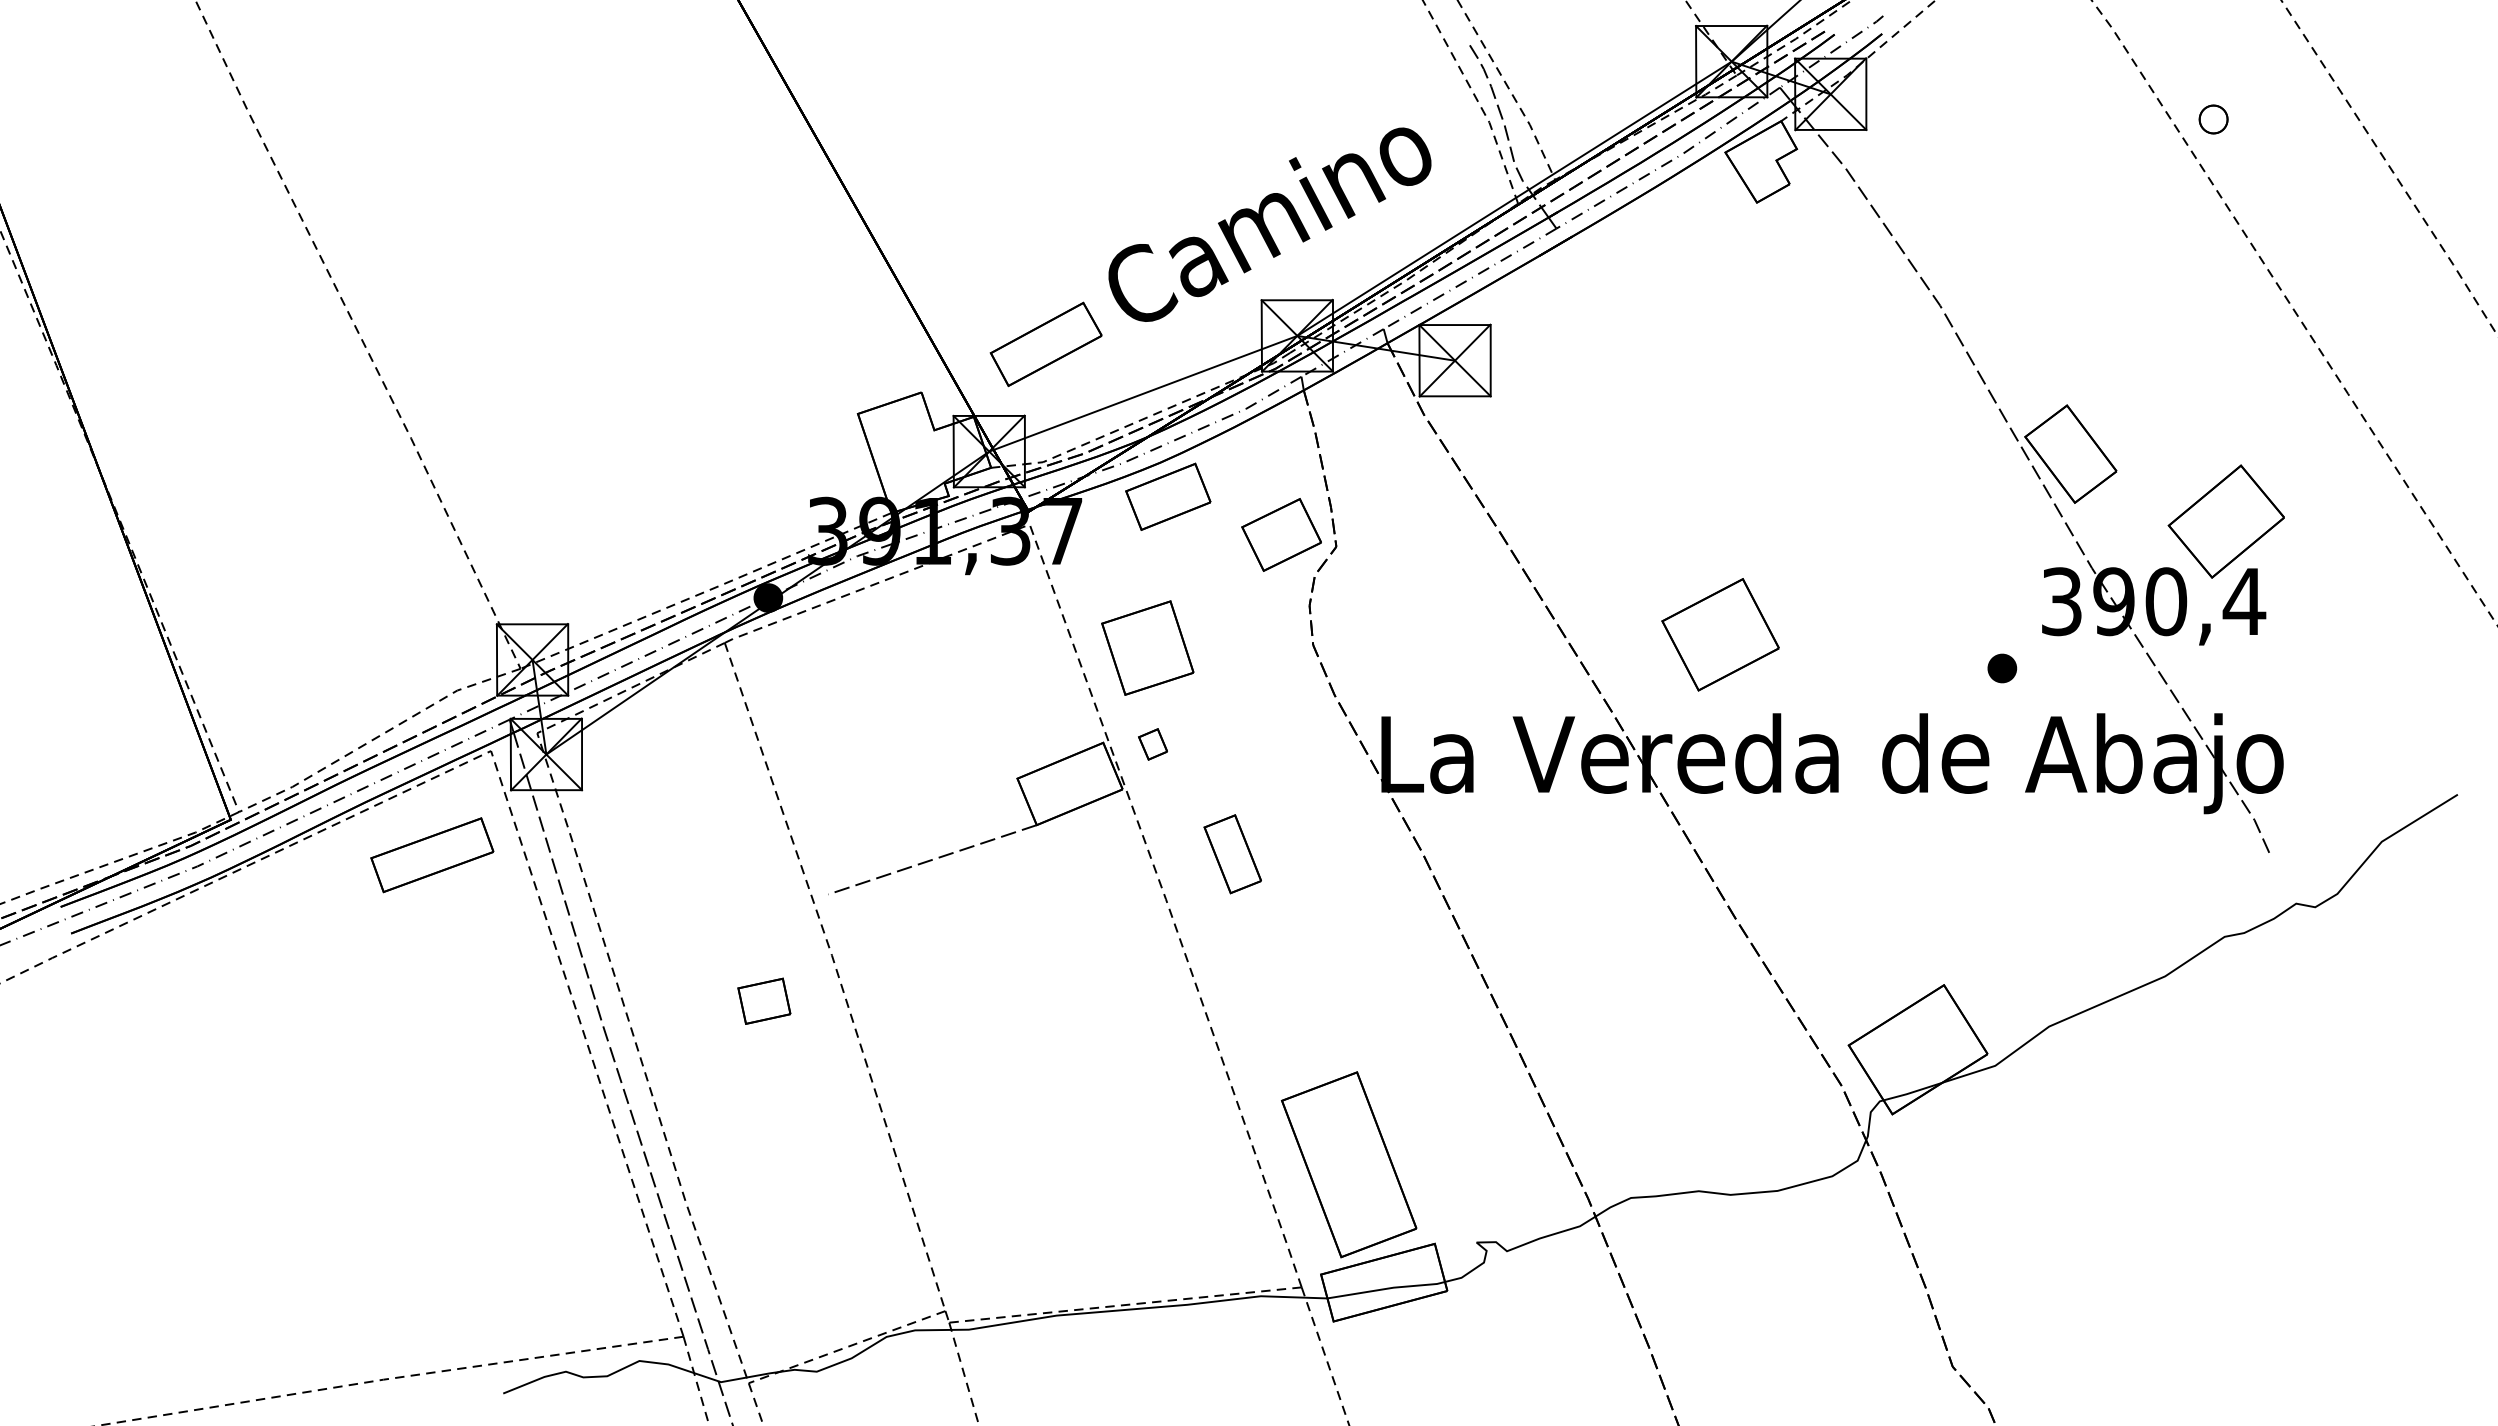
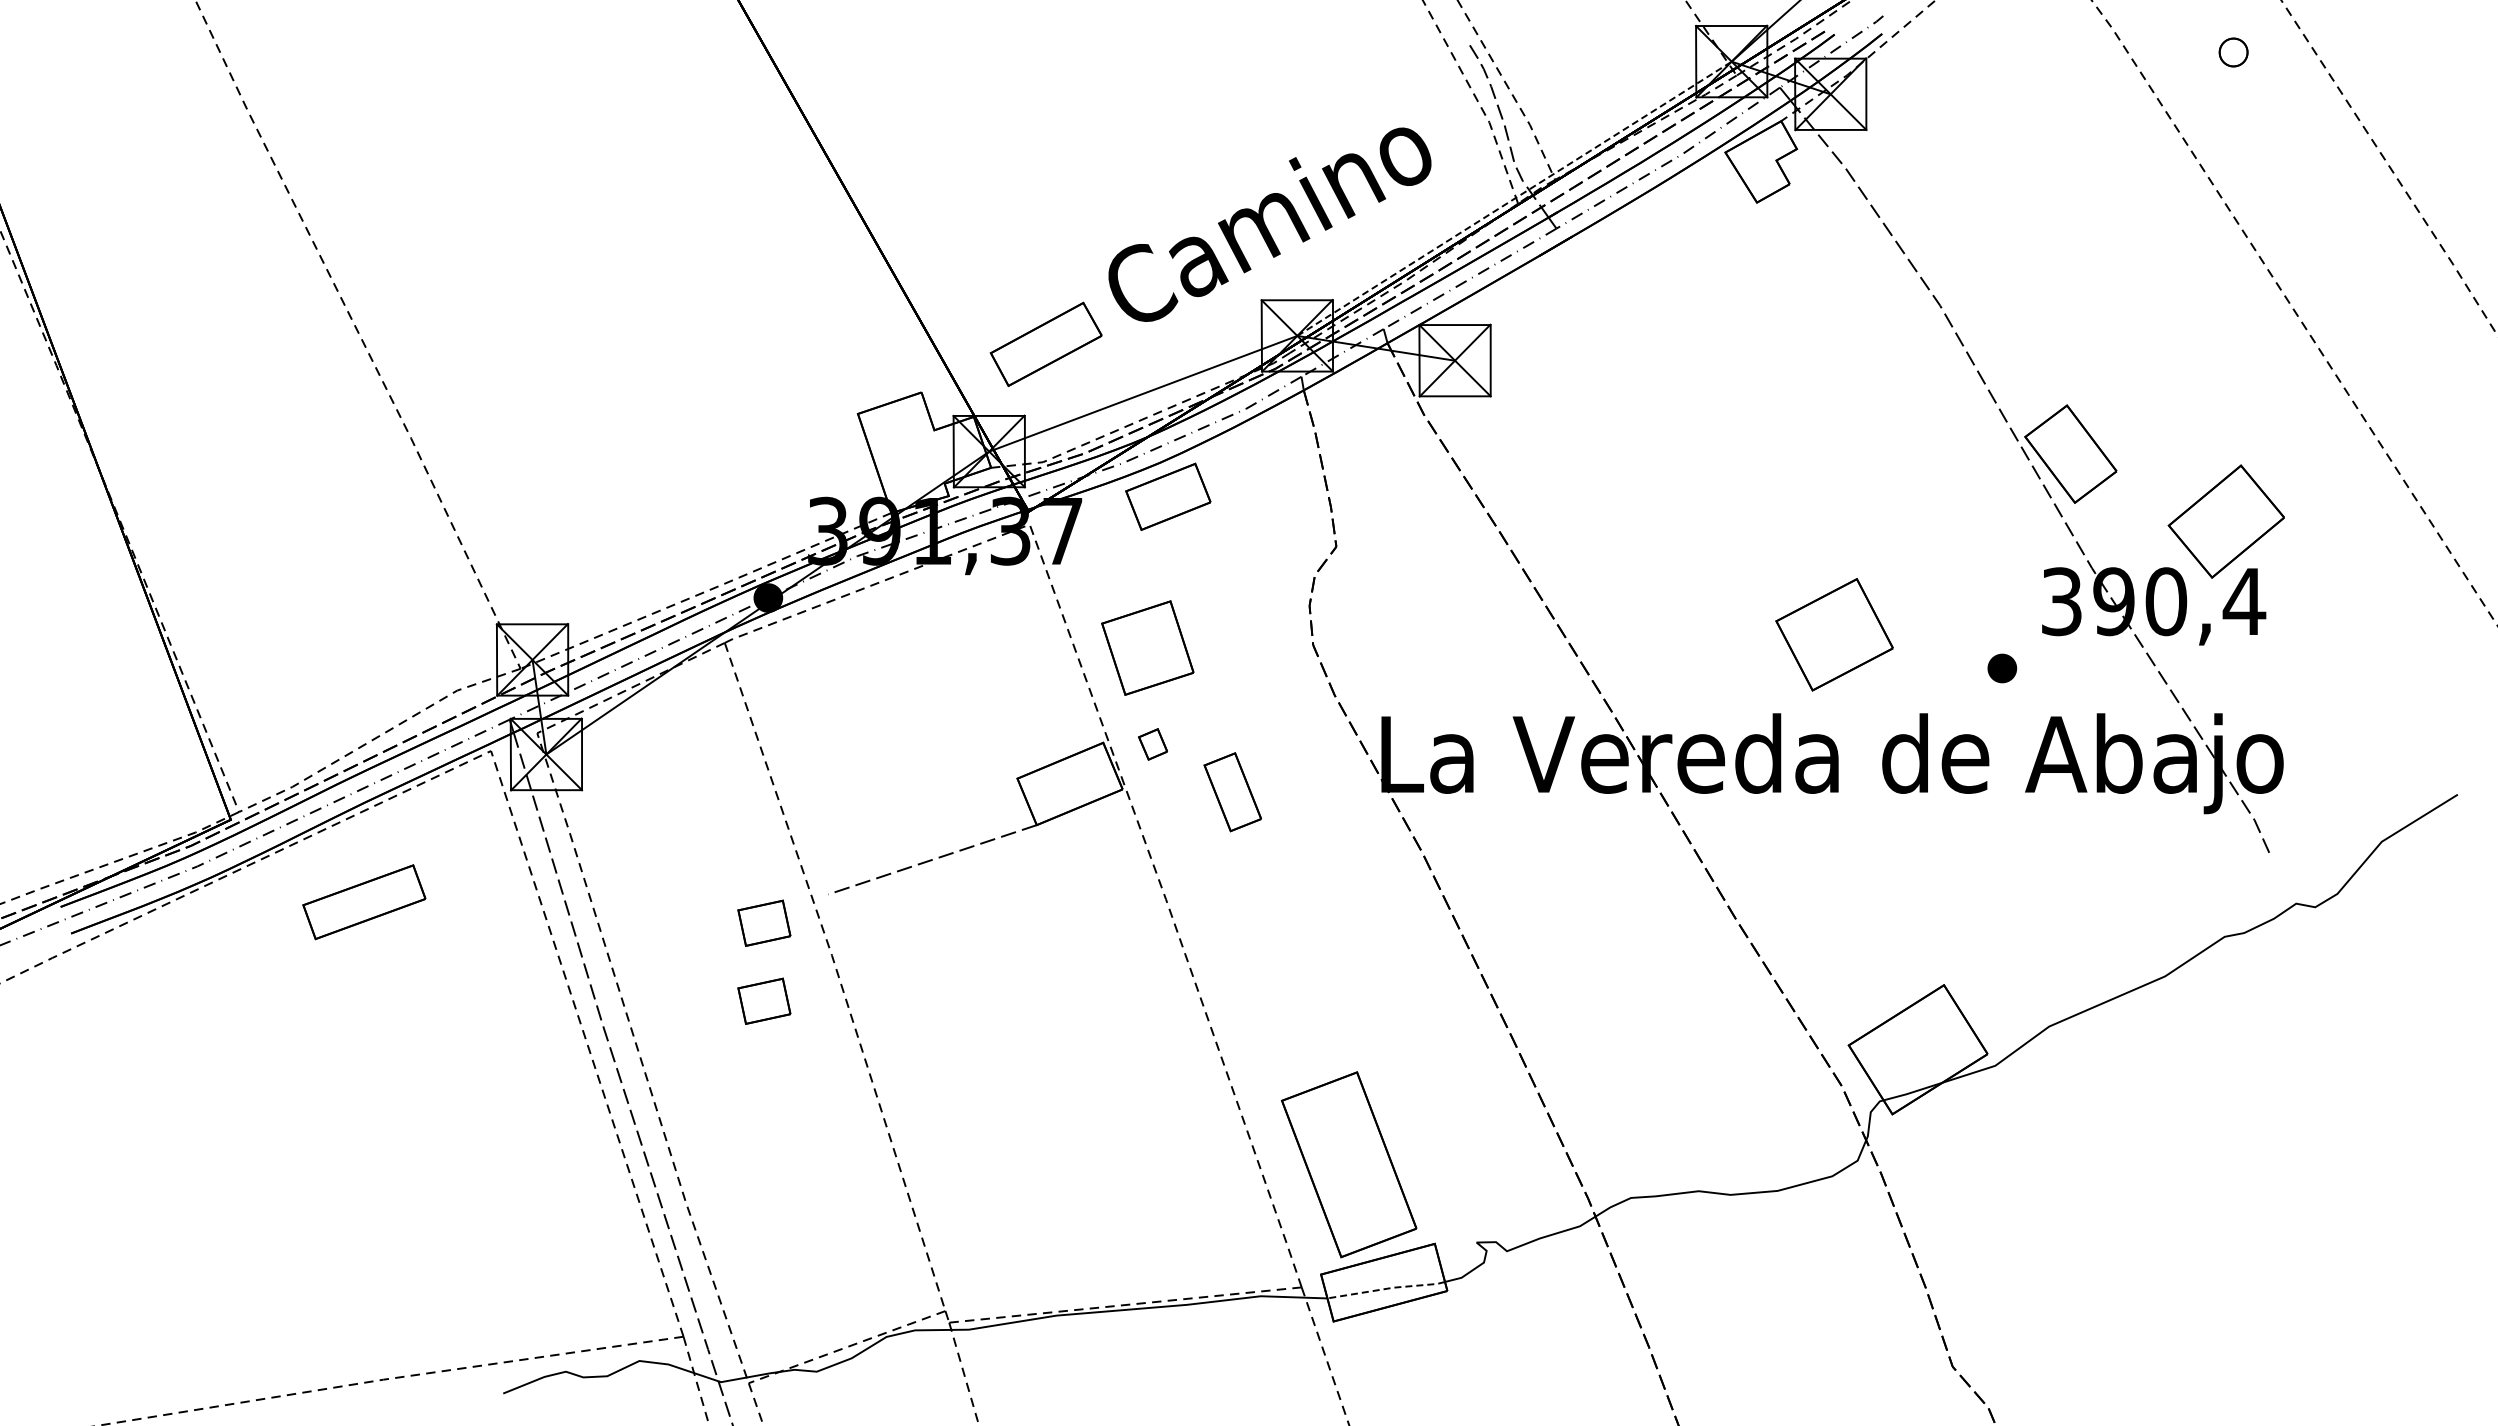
part at (2213, 119) position: (2213, 119) -> (2233, 52)
line at (1514, 198): solid -> dashed
part at (1281, 534): present -> none
part at (1720, 634) position: (1720, 634) -> (1834, 634)
part at (1232, 854) position: (1232, 854) -> (1232, 792)
part at (432, 855) position: (432, 855) -> (364, 902)
part at (764, 922): none -> present
line at (1386, 1288): solid -> dashed
